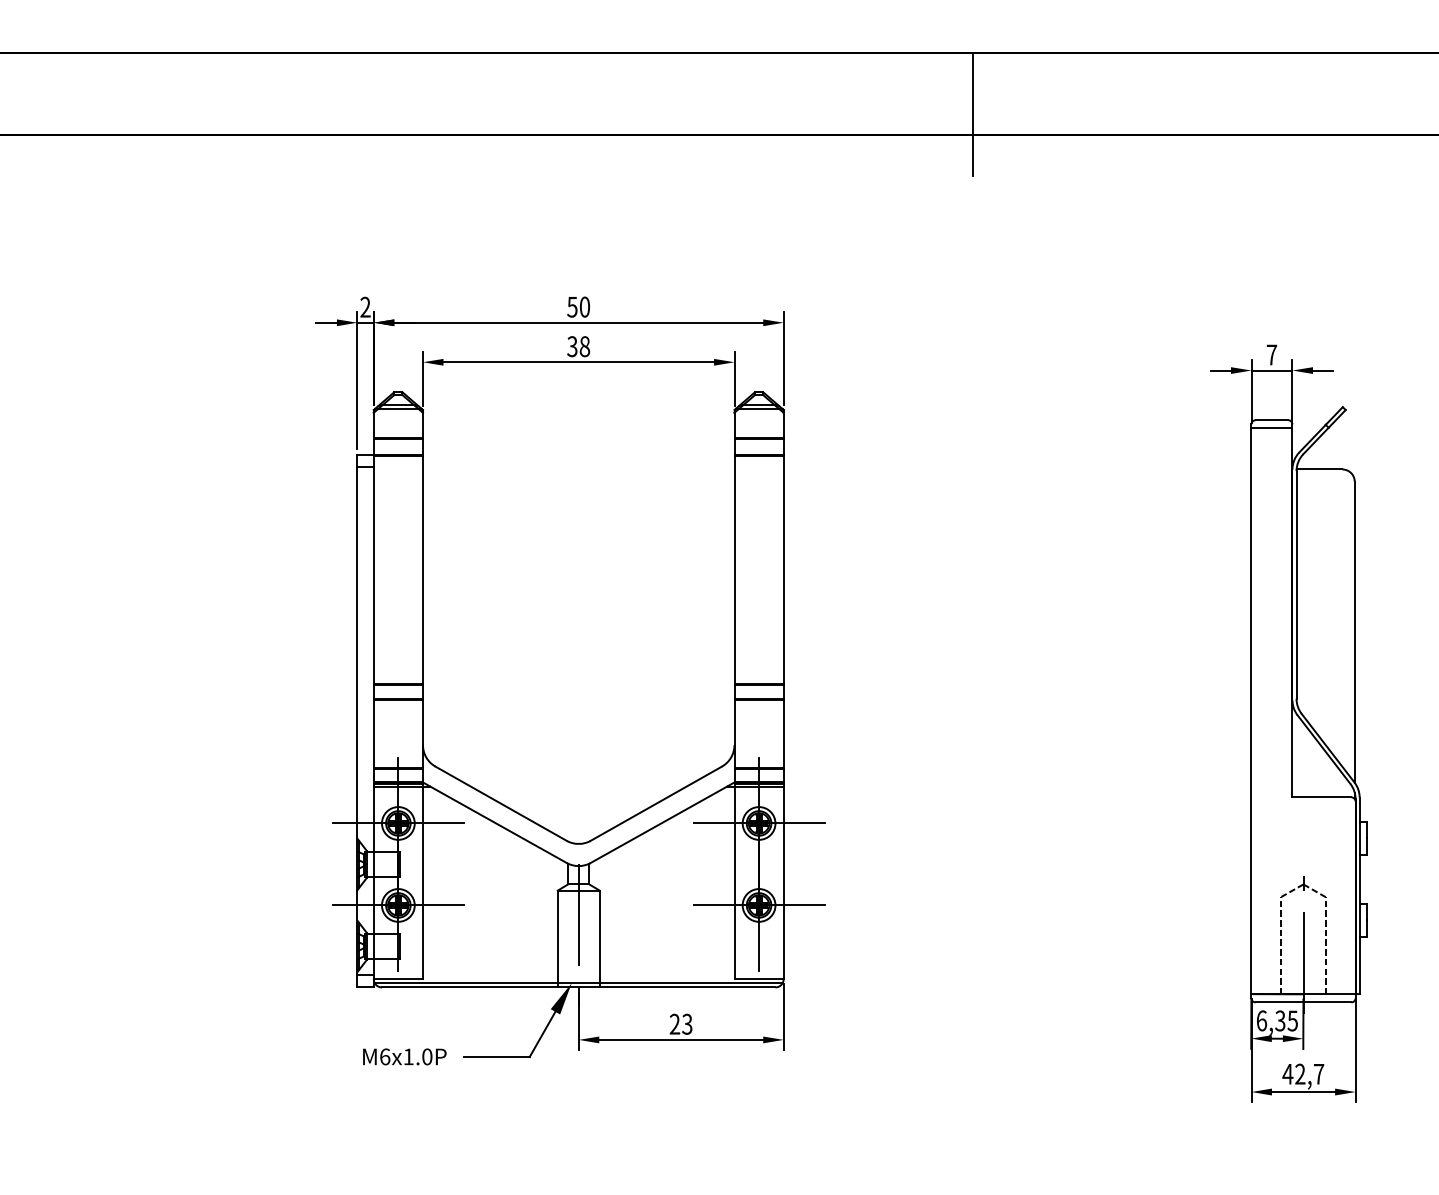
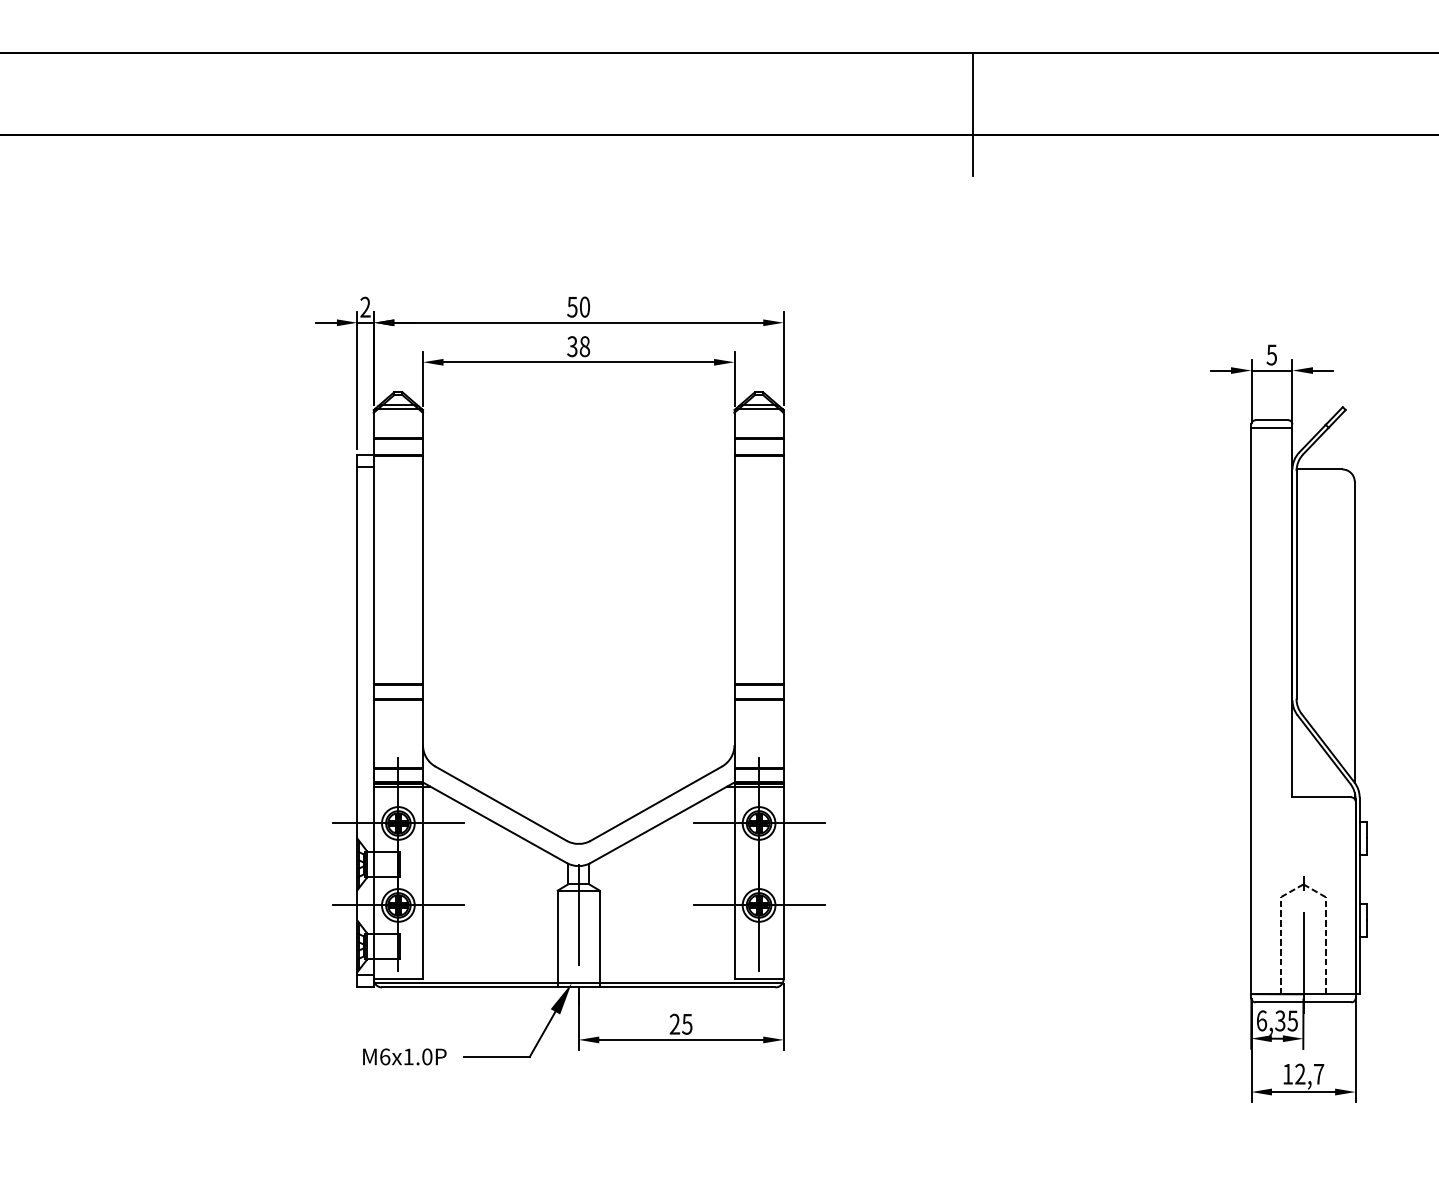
text at (1271, 354): 7 -> 5
text at (687, 1023): 23 -> 25
text at (1287, 1074): 42,7 -> 12,7
